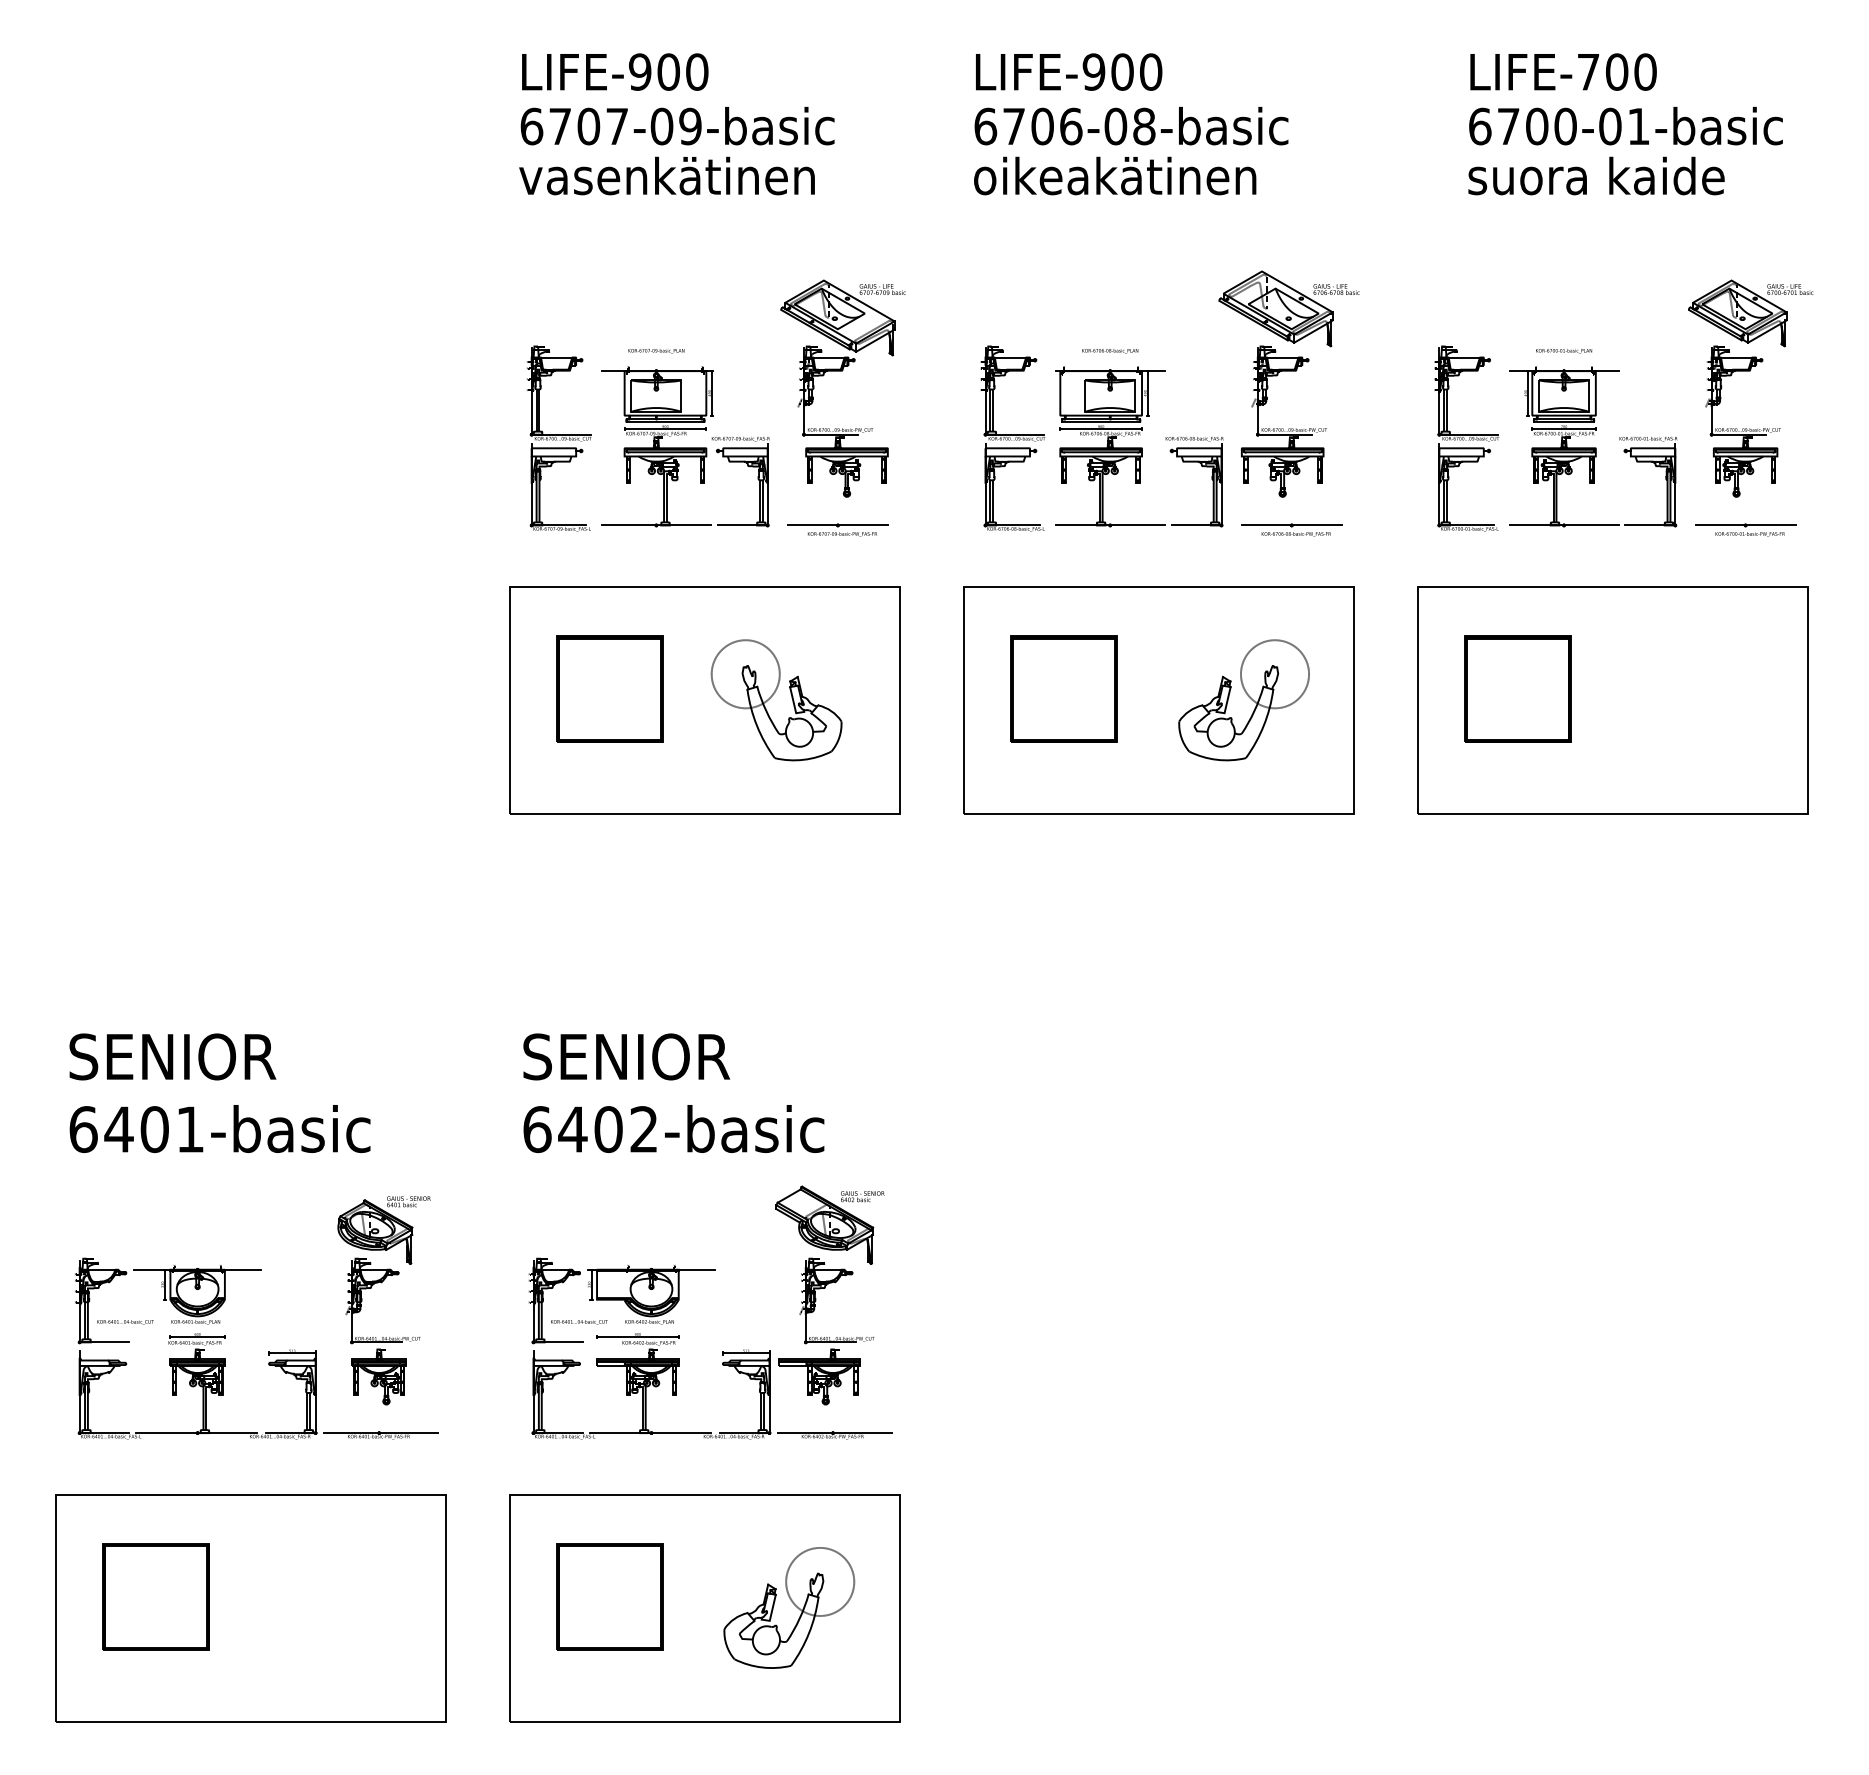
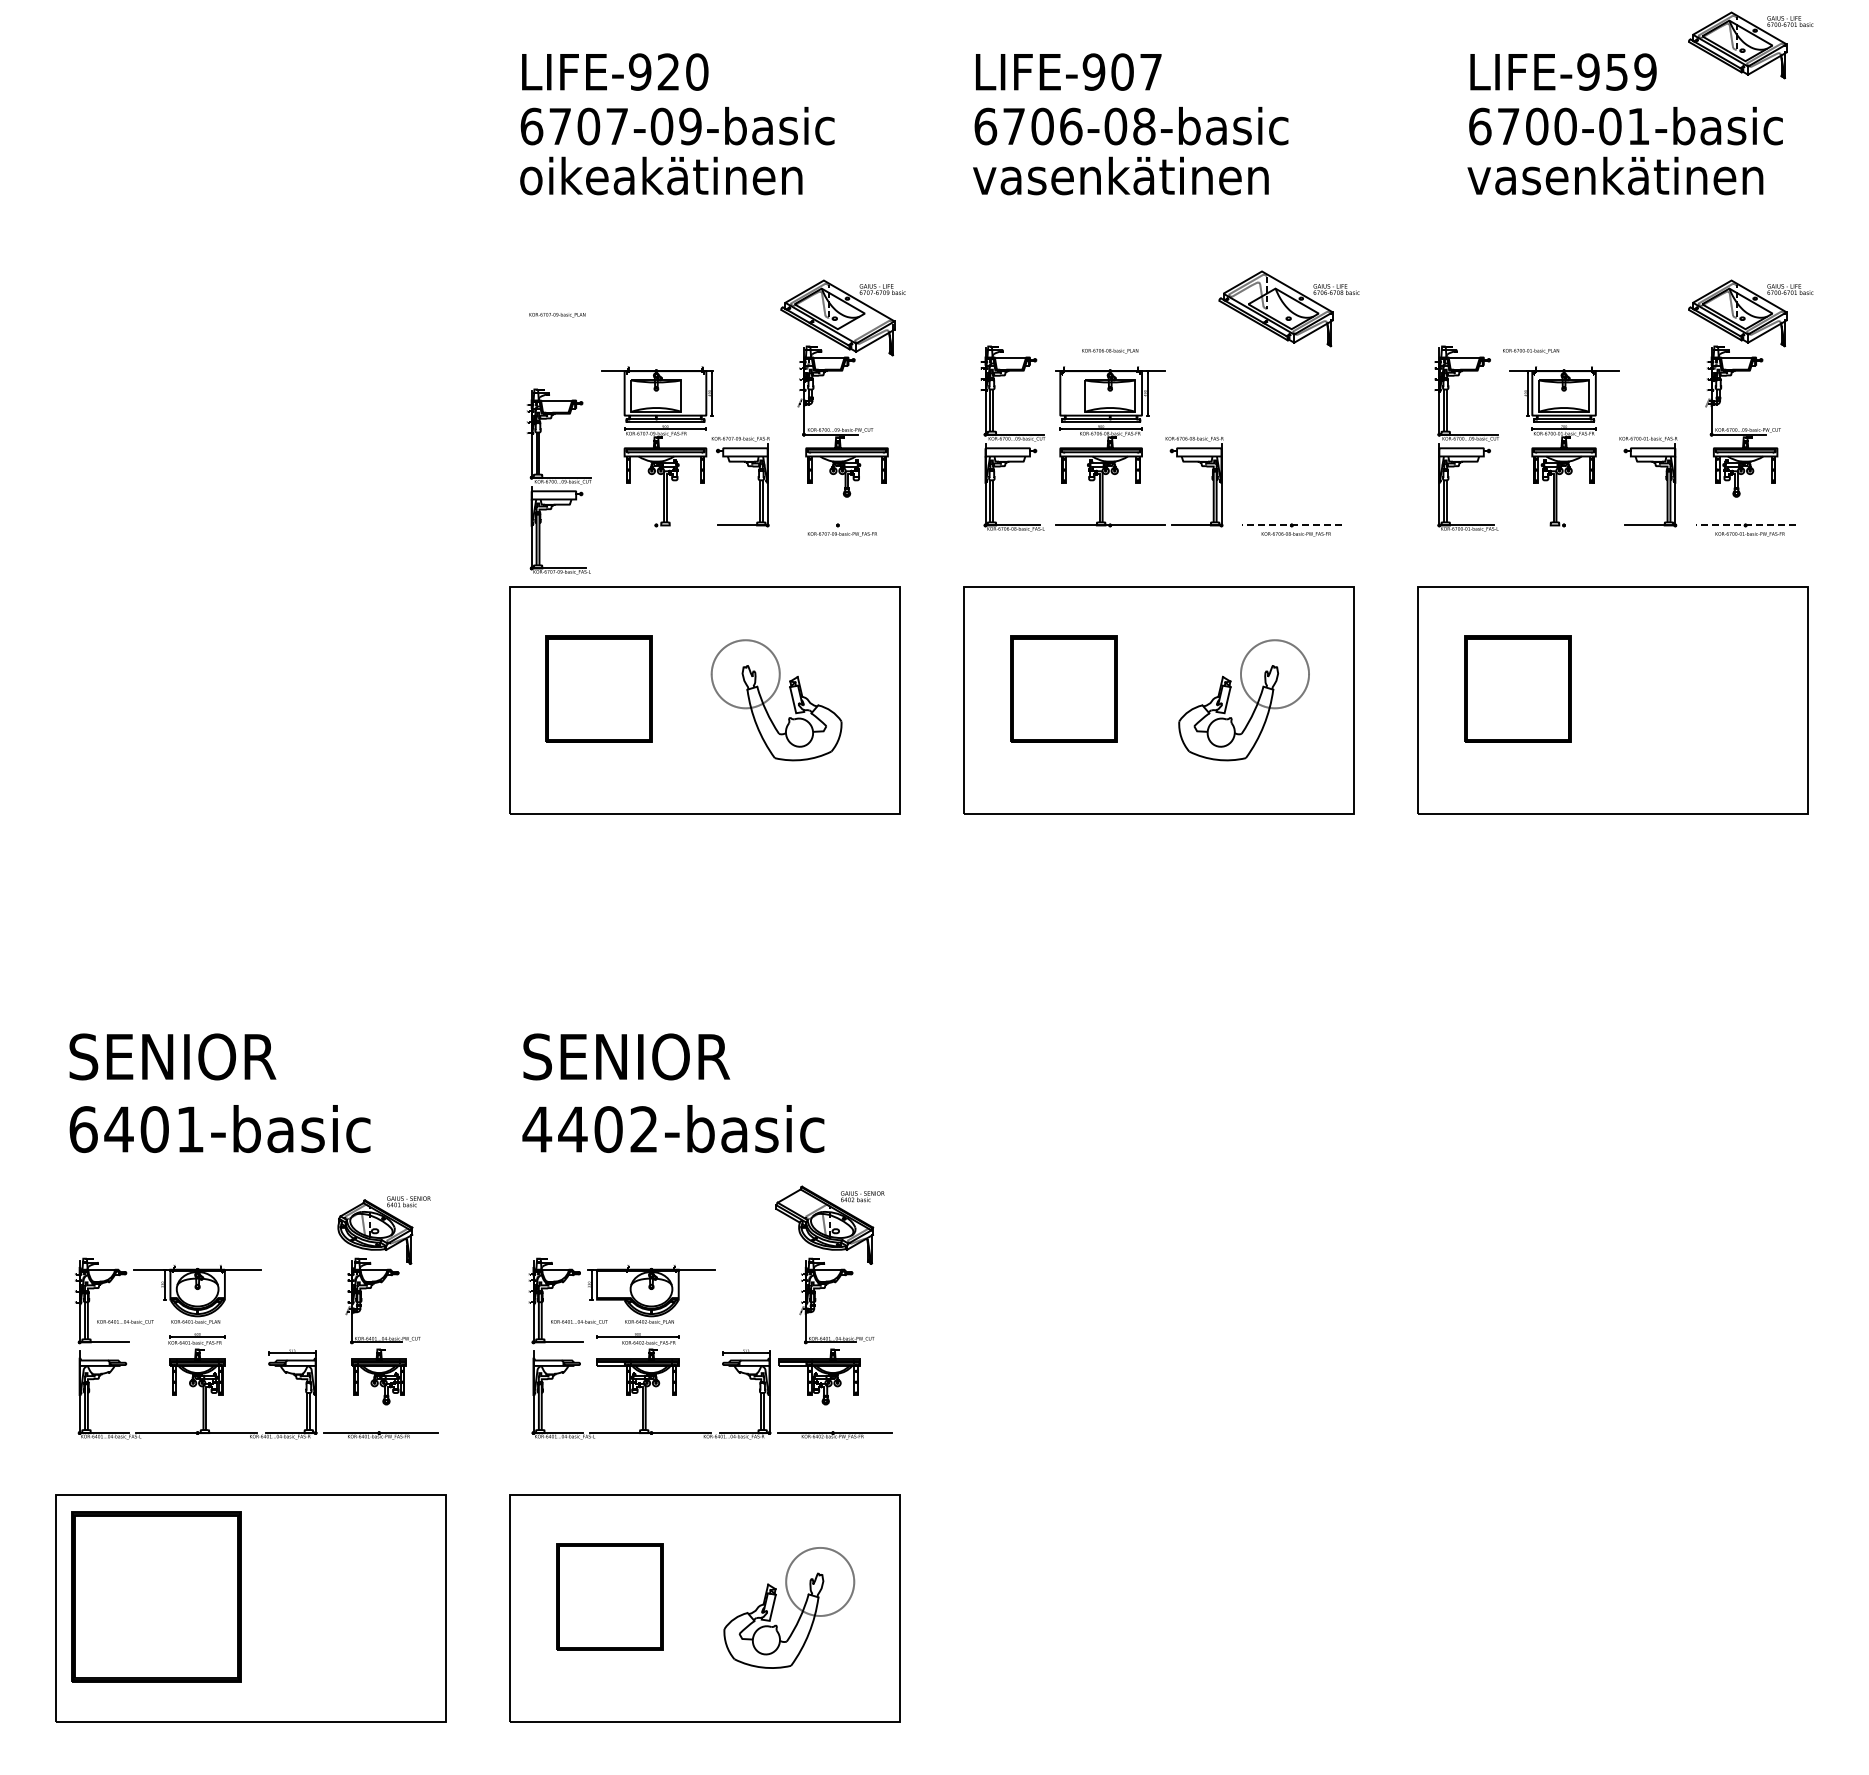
part at (1750, 45): none -> present
text at (668, 71): LIFE-900 -> LIFE-920
text at (1150, 71): LIFE-900 -> LIFE-907
text at (1616, 71): LIFE-700 -> LIFE-959
text at (666, 175): vasenkätinen -> oikeakätinen
text at (1120, 175): oikeakätinen -> vasenkätinen
text at (1615, 175): suora kaide -> vasenkätinen
text at (656, 351) position: (656, 351) -> (557, 315)
text at (1564, 351) position: (1564, 351) -> (1531, 351)
part at (1283, 428): present -> none
part at (558, 438) position: (558, 438) -> (558, 481)
line at (655, 525): present -> none
line at (837, 525): present -> none
line at (1291, 525): solid -> dashed
line at (1563, 525): present -> none
line at (1745, 525): solid -> dashed
part at (609, 688) position: (609, 688) -> (598, 688)
text at (537, 1129): 6402-basic -> 4402-basic
part at (155, 1596) size: 108x108 px -> 171x172 px
